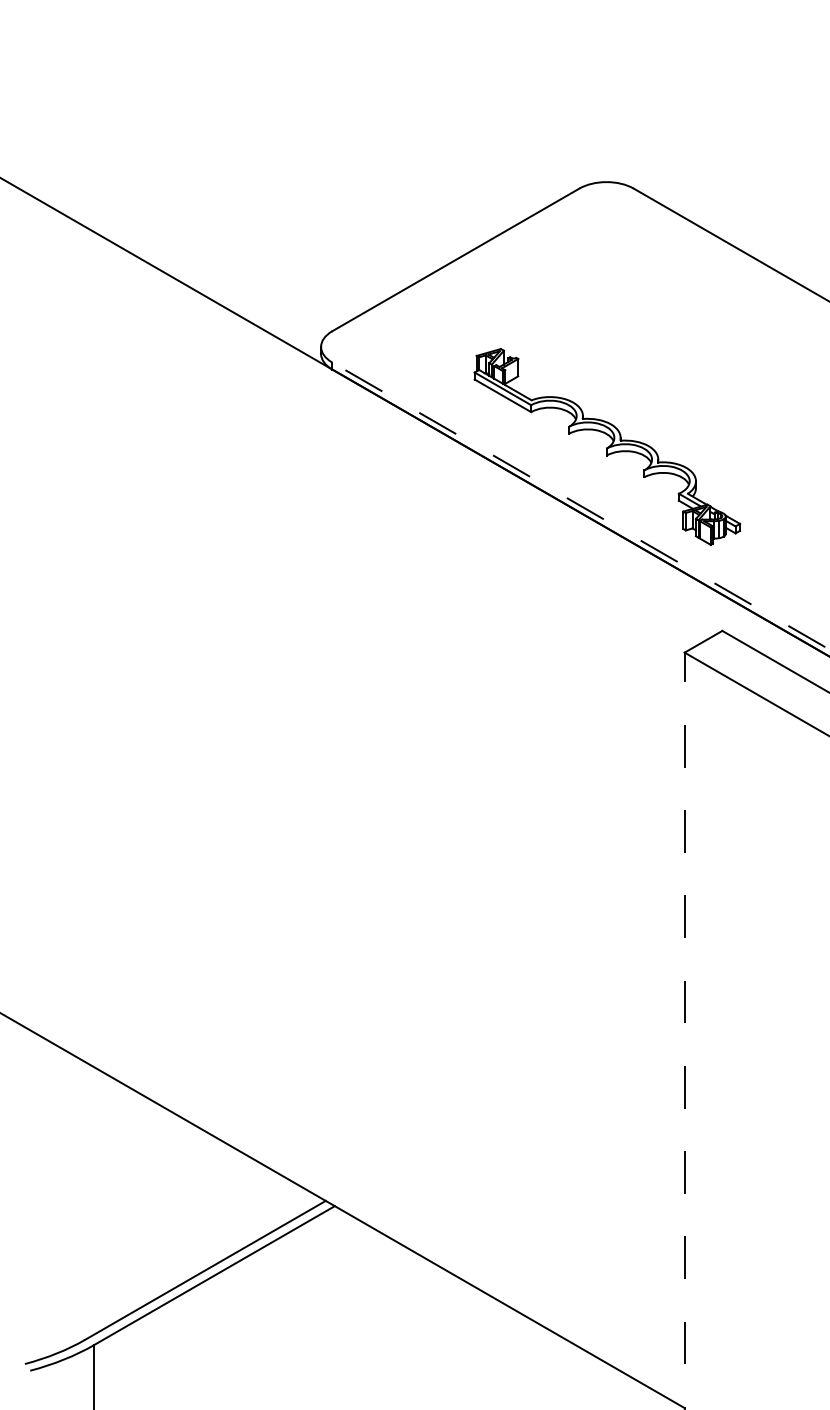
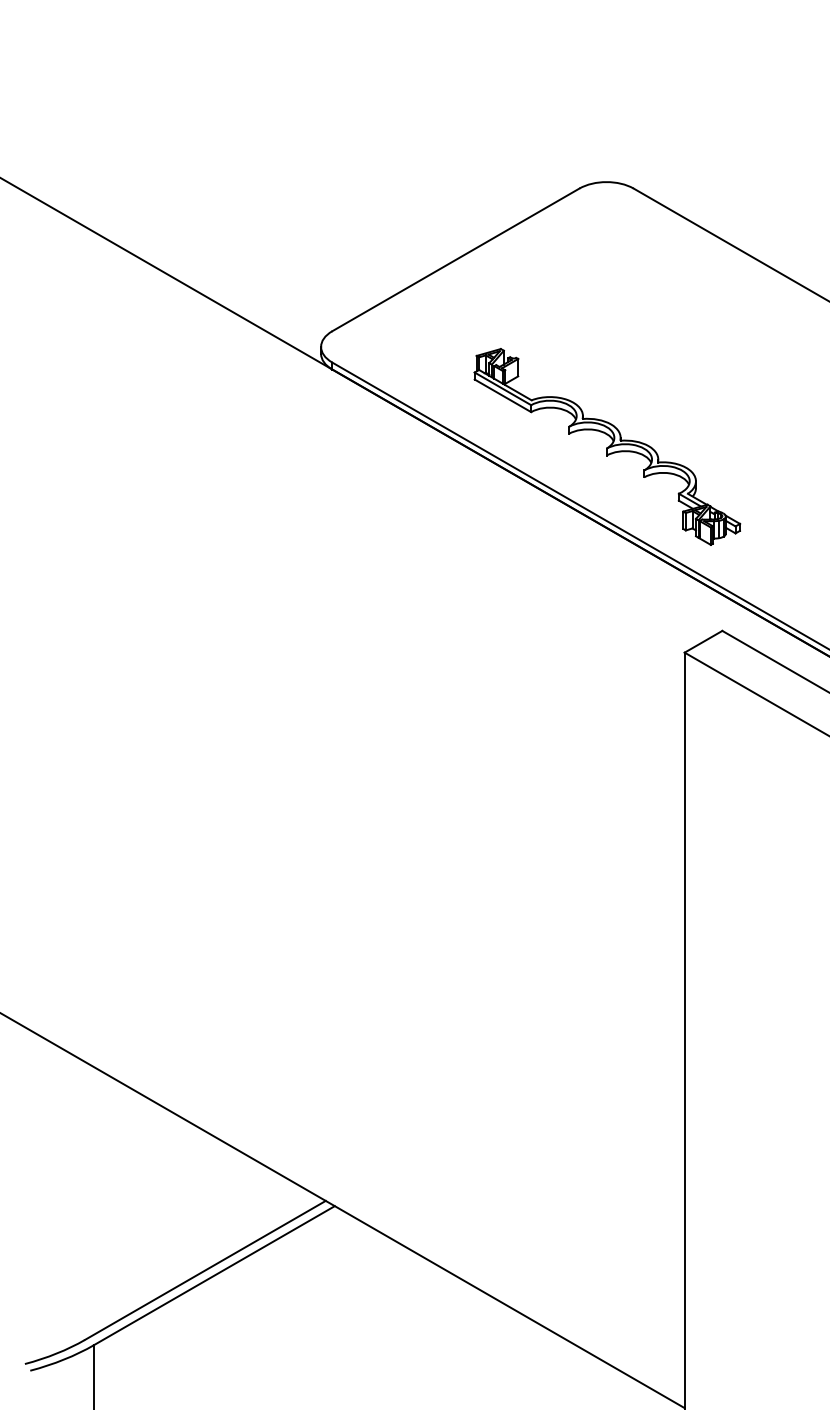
line at (580, 506): dashed -> solid
line at (684, 1031): dashed -> solid
